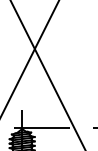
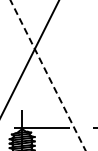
line at (48, 75): solid -> dashed
